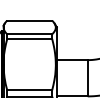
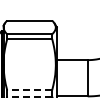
line at (29, 90): solid -> dashed
line at (29, 96): solid -> dashed
